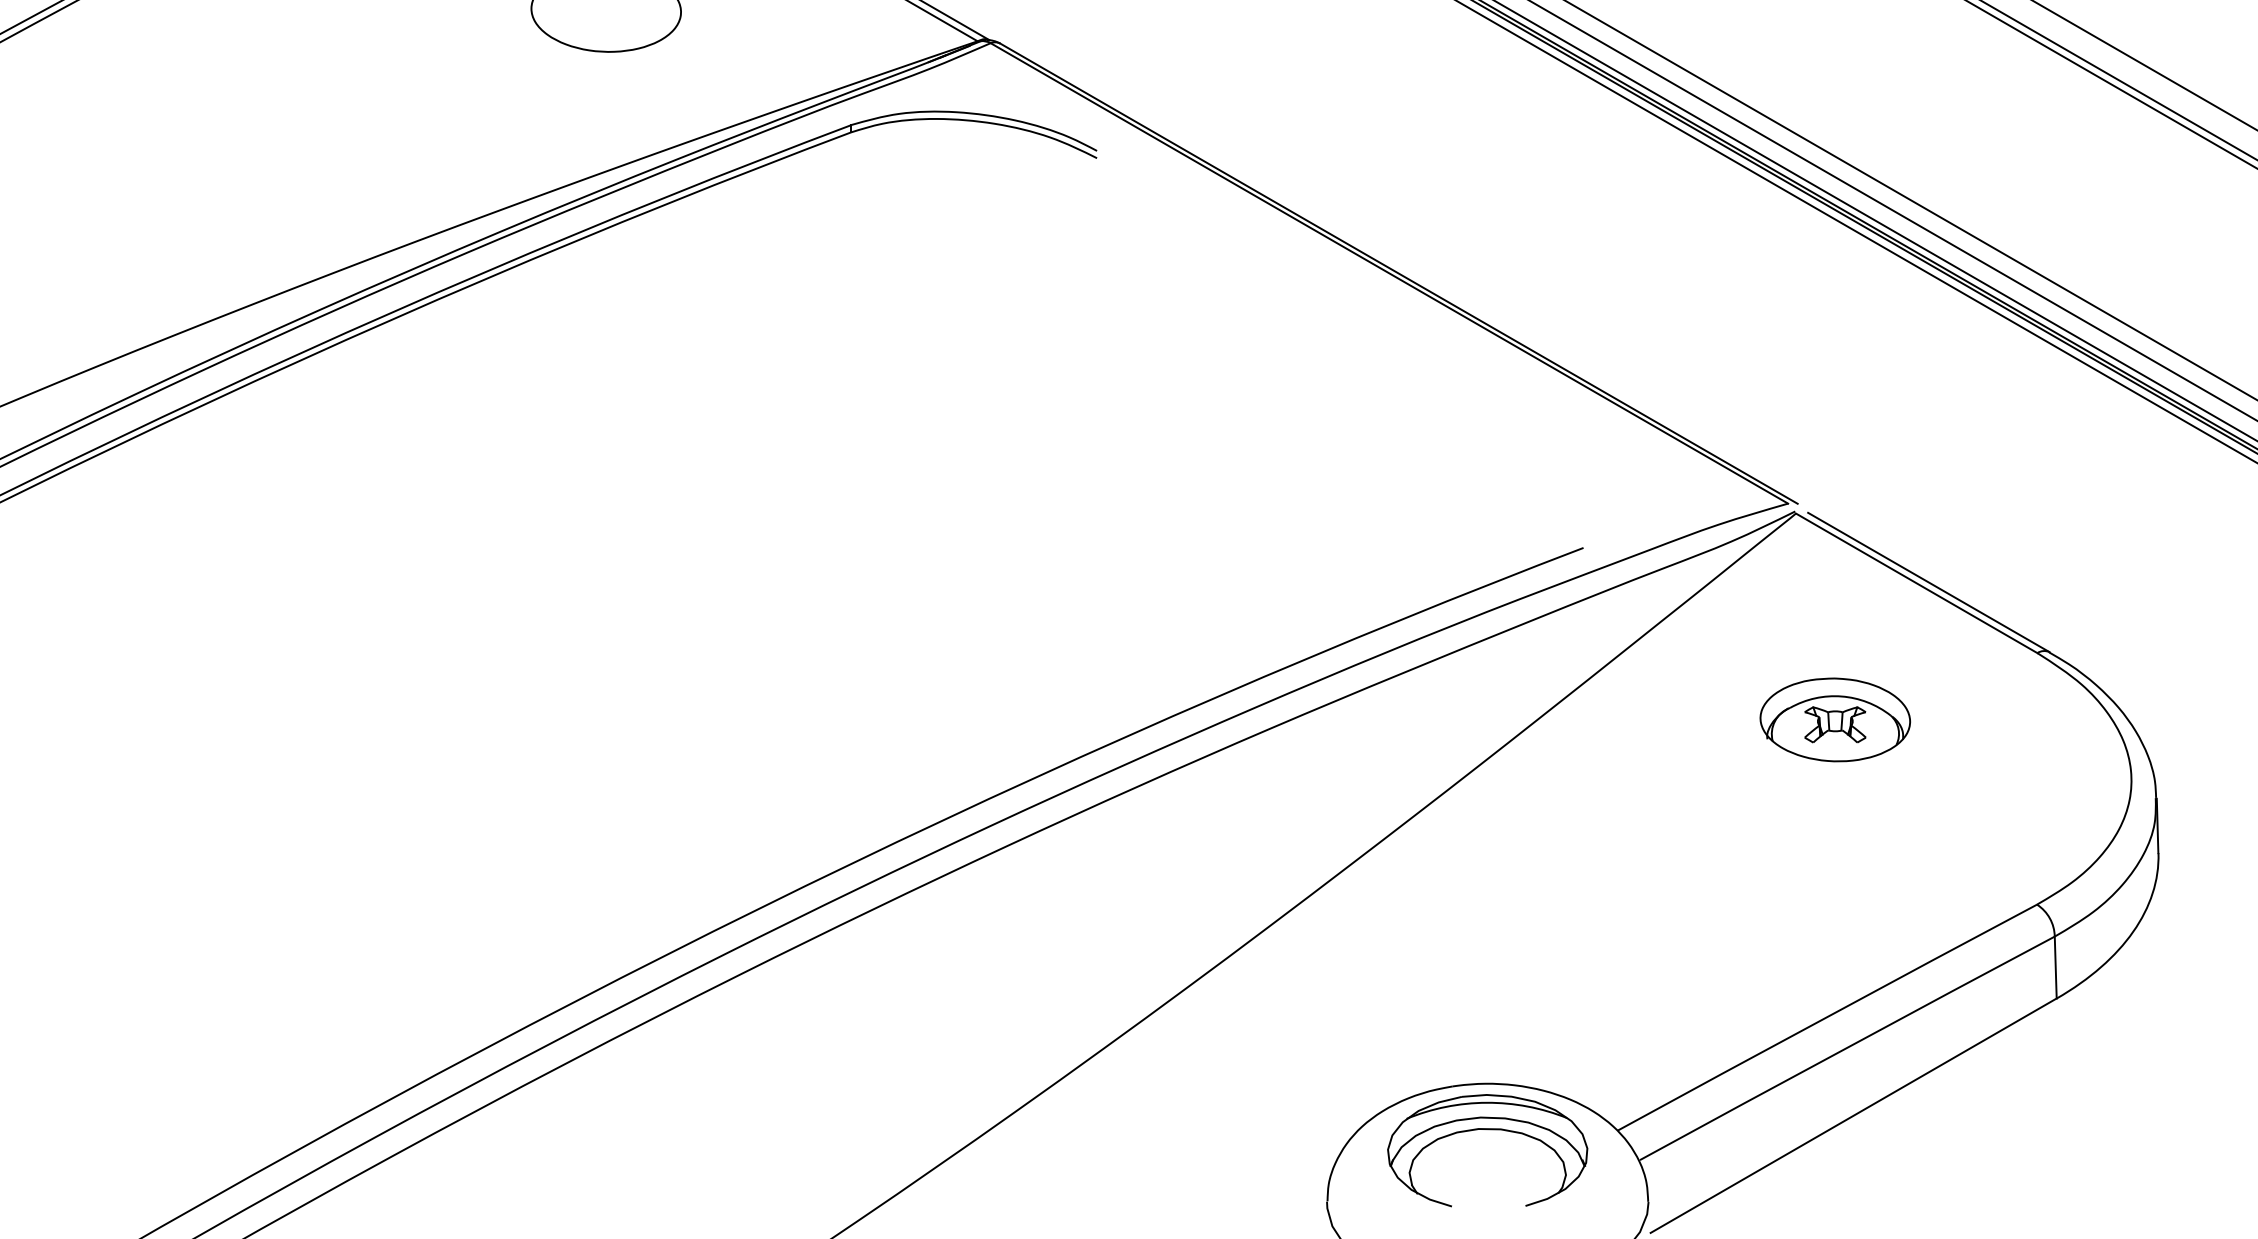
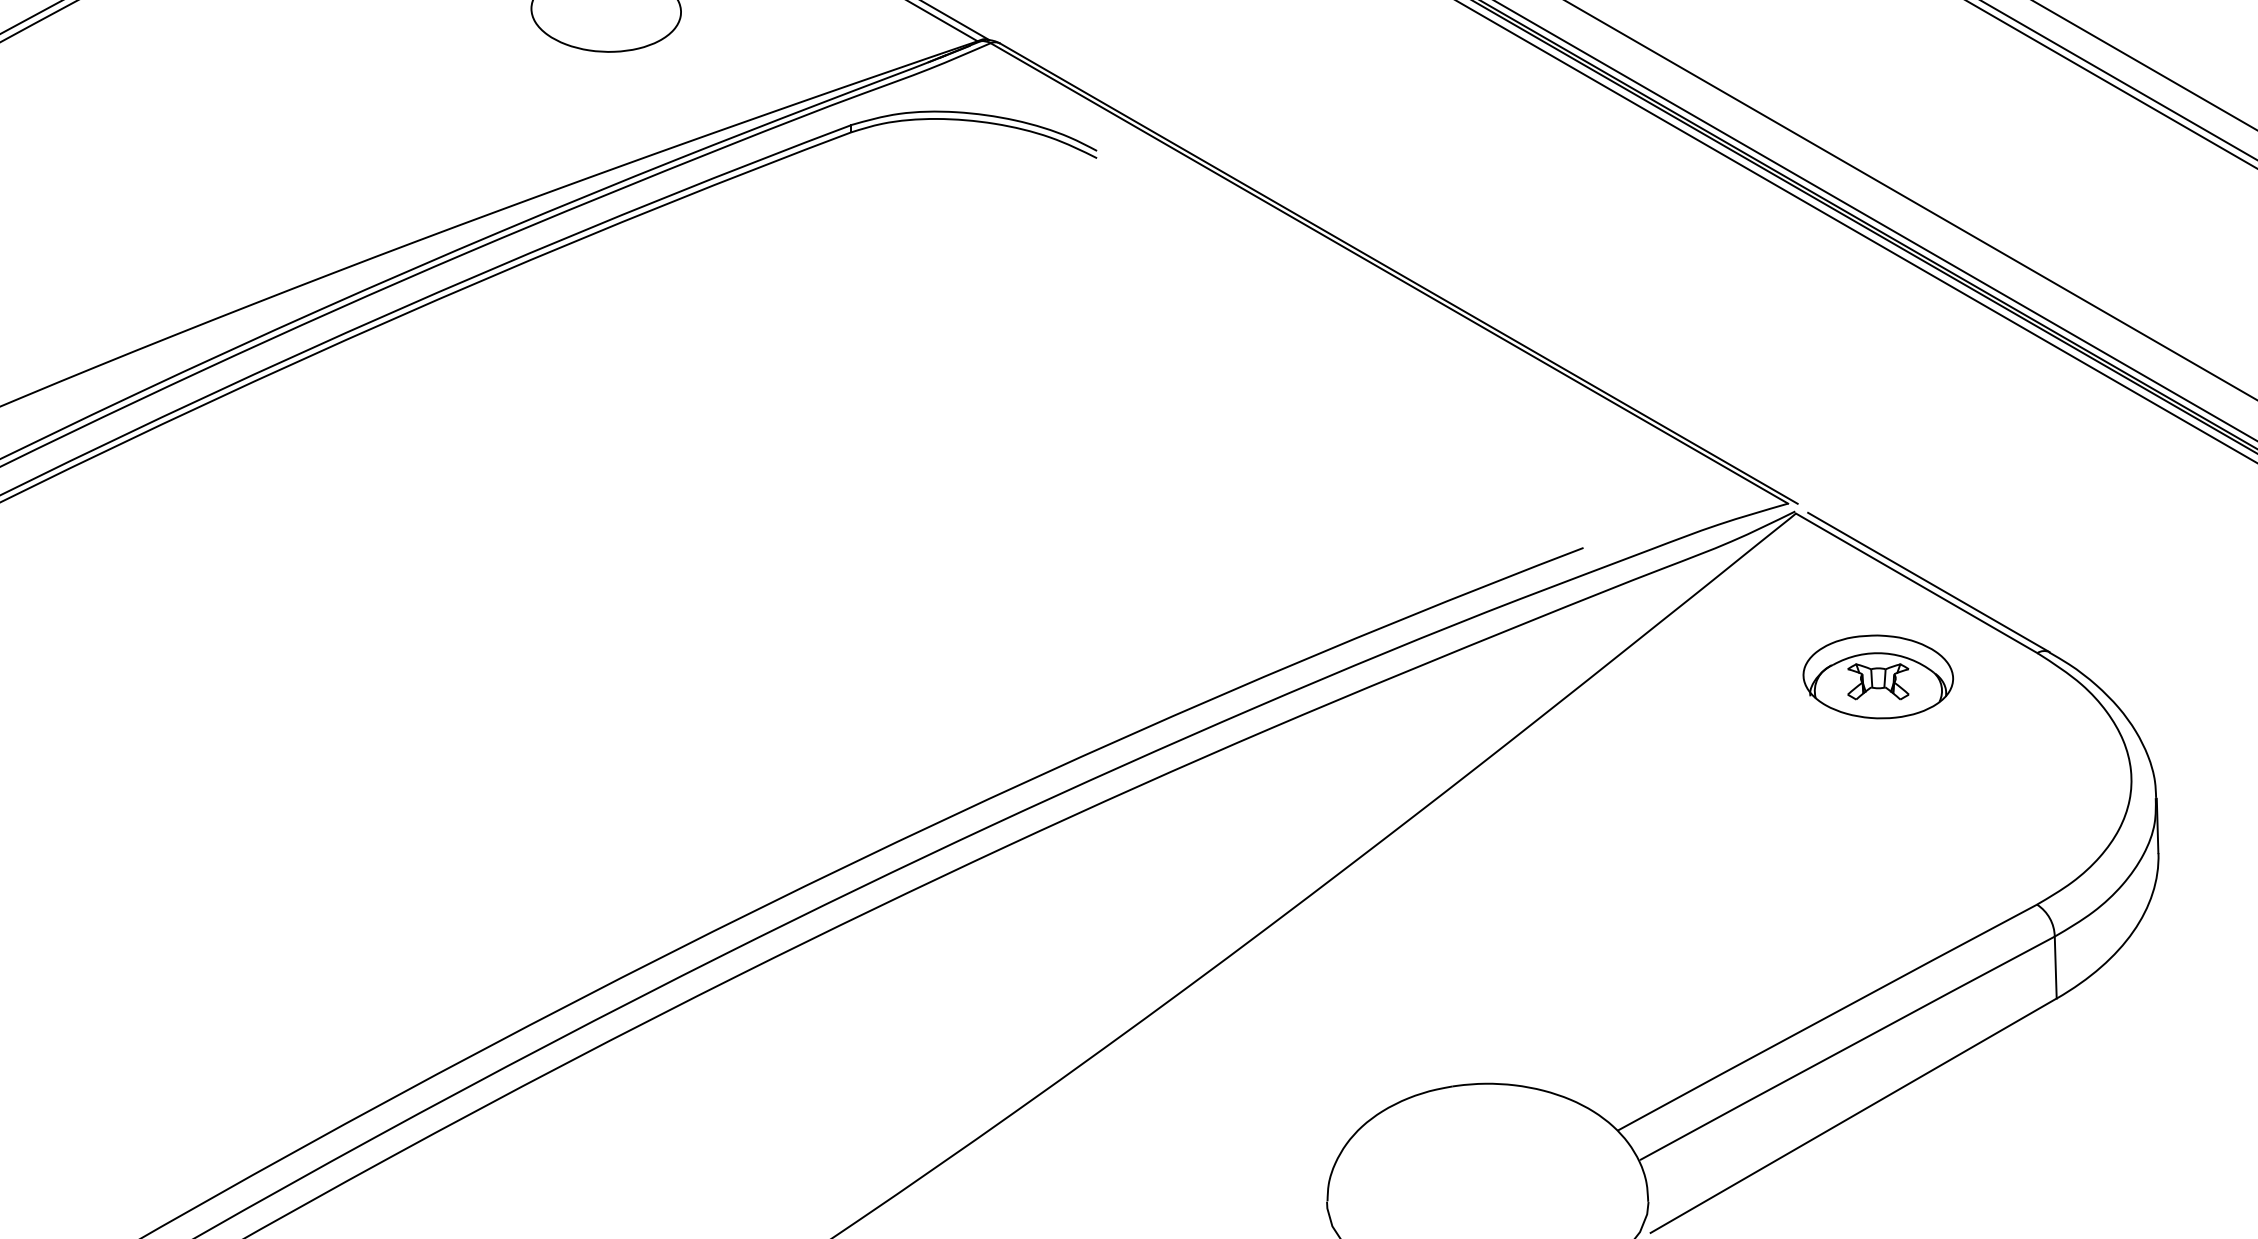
line at (1893, 210): present -> none
part at (1834, 719) position: (1834, 719) -> (1877, 676)
part at (1487, 1130): present -> none
